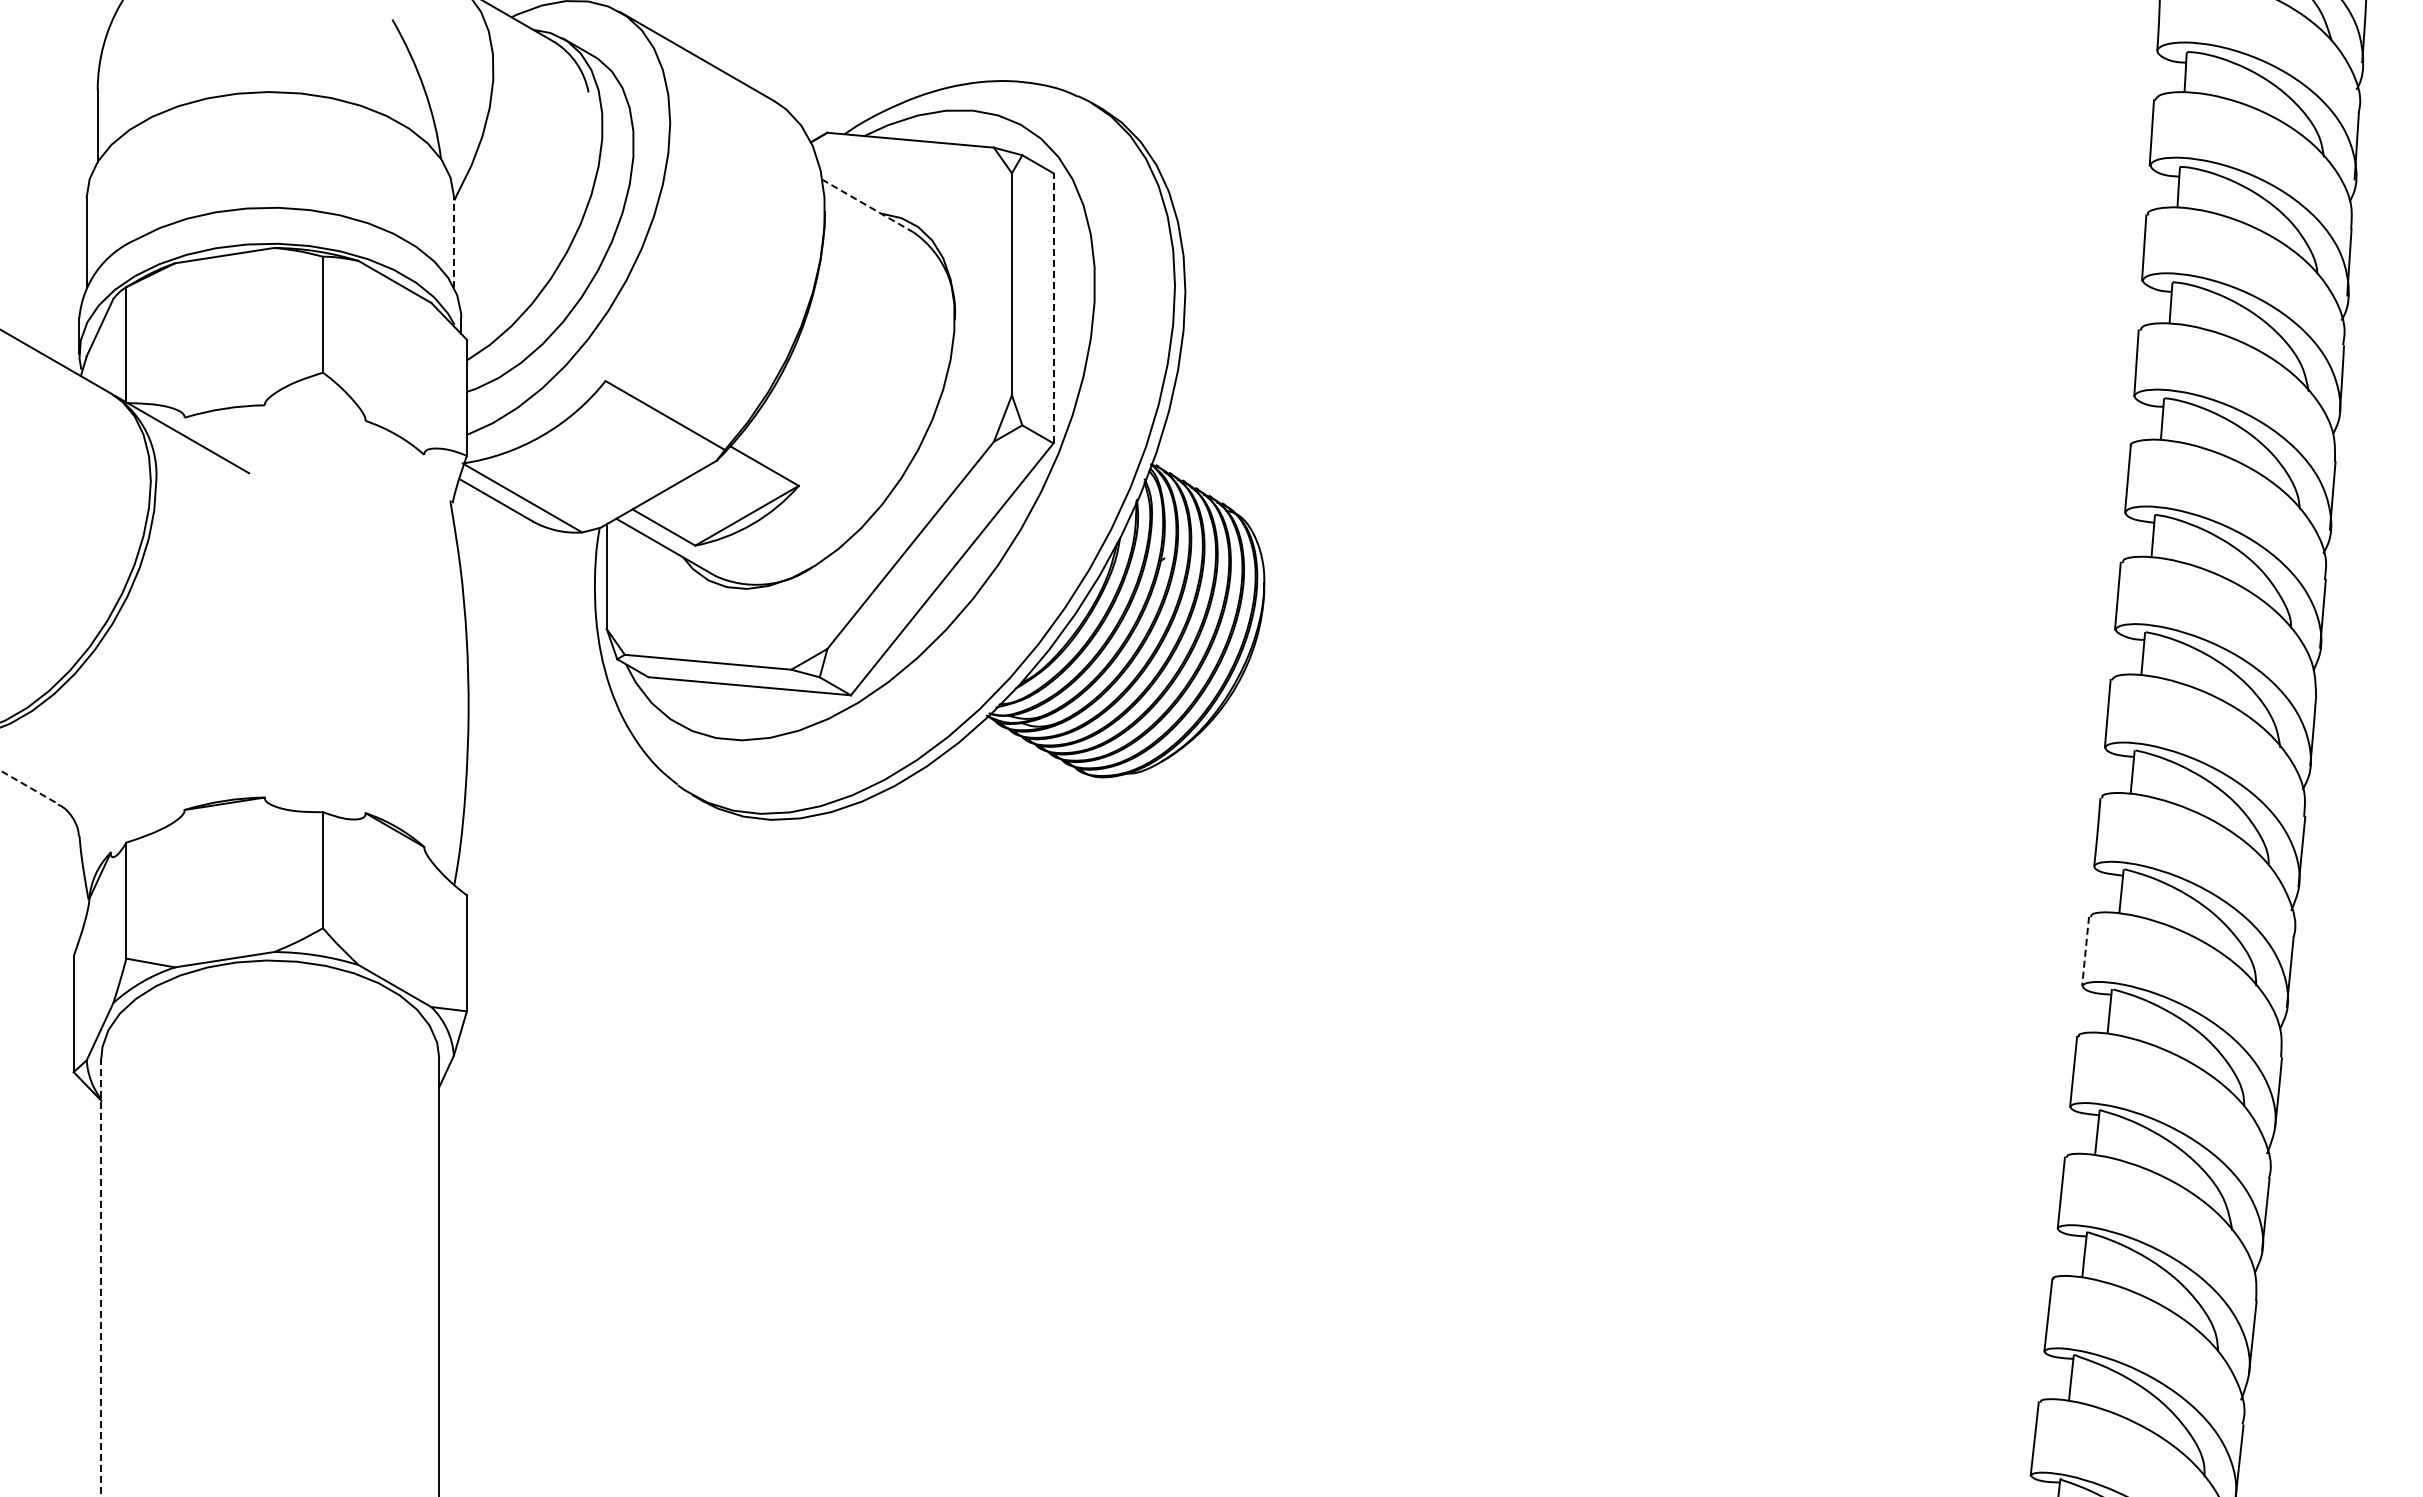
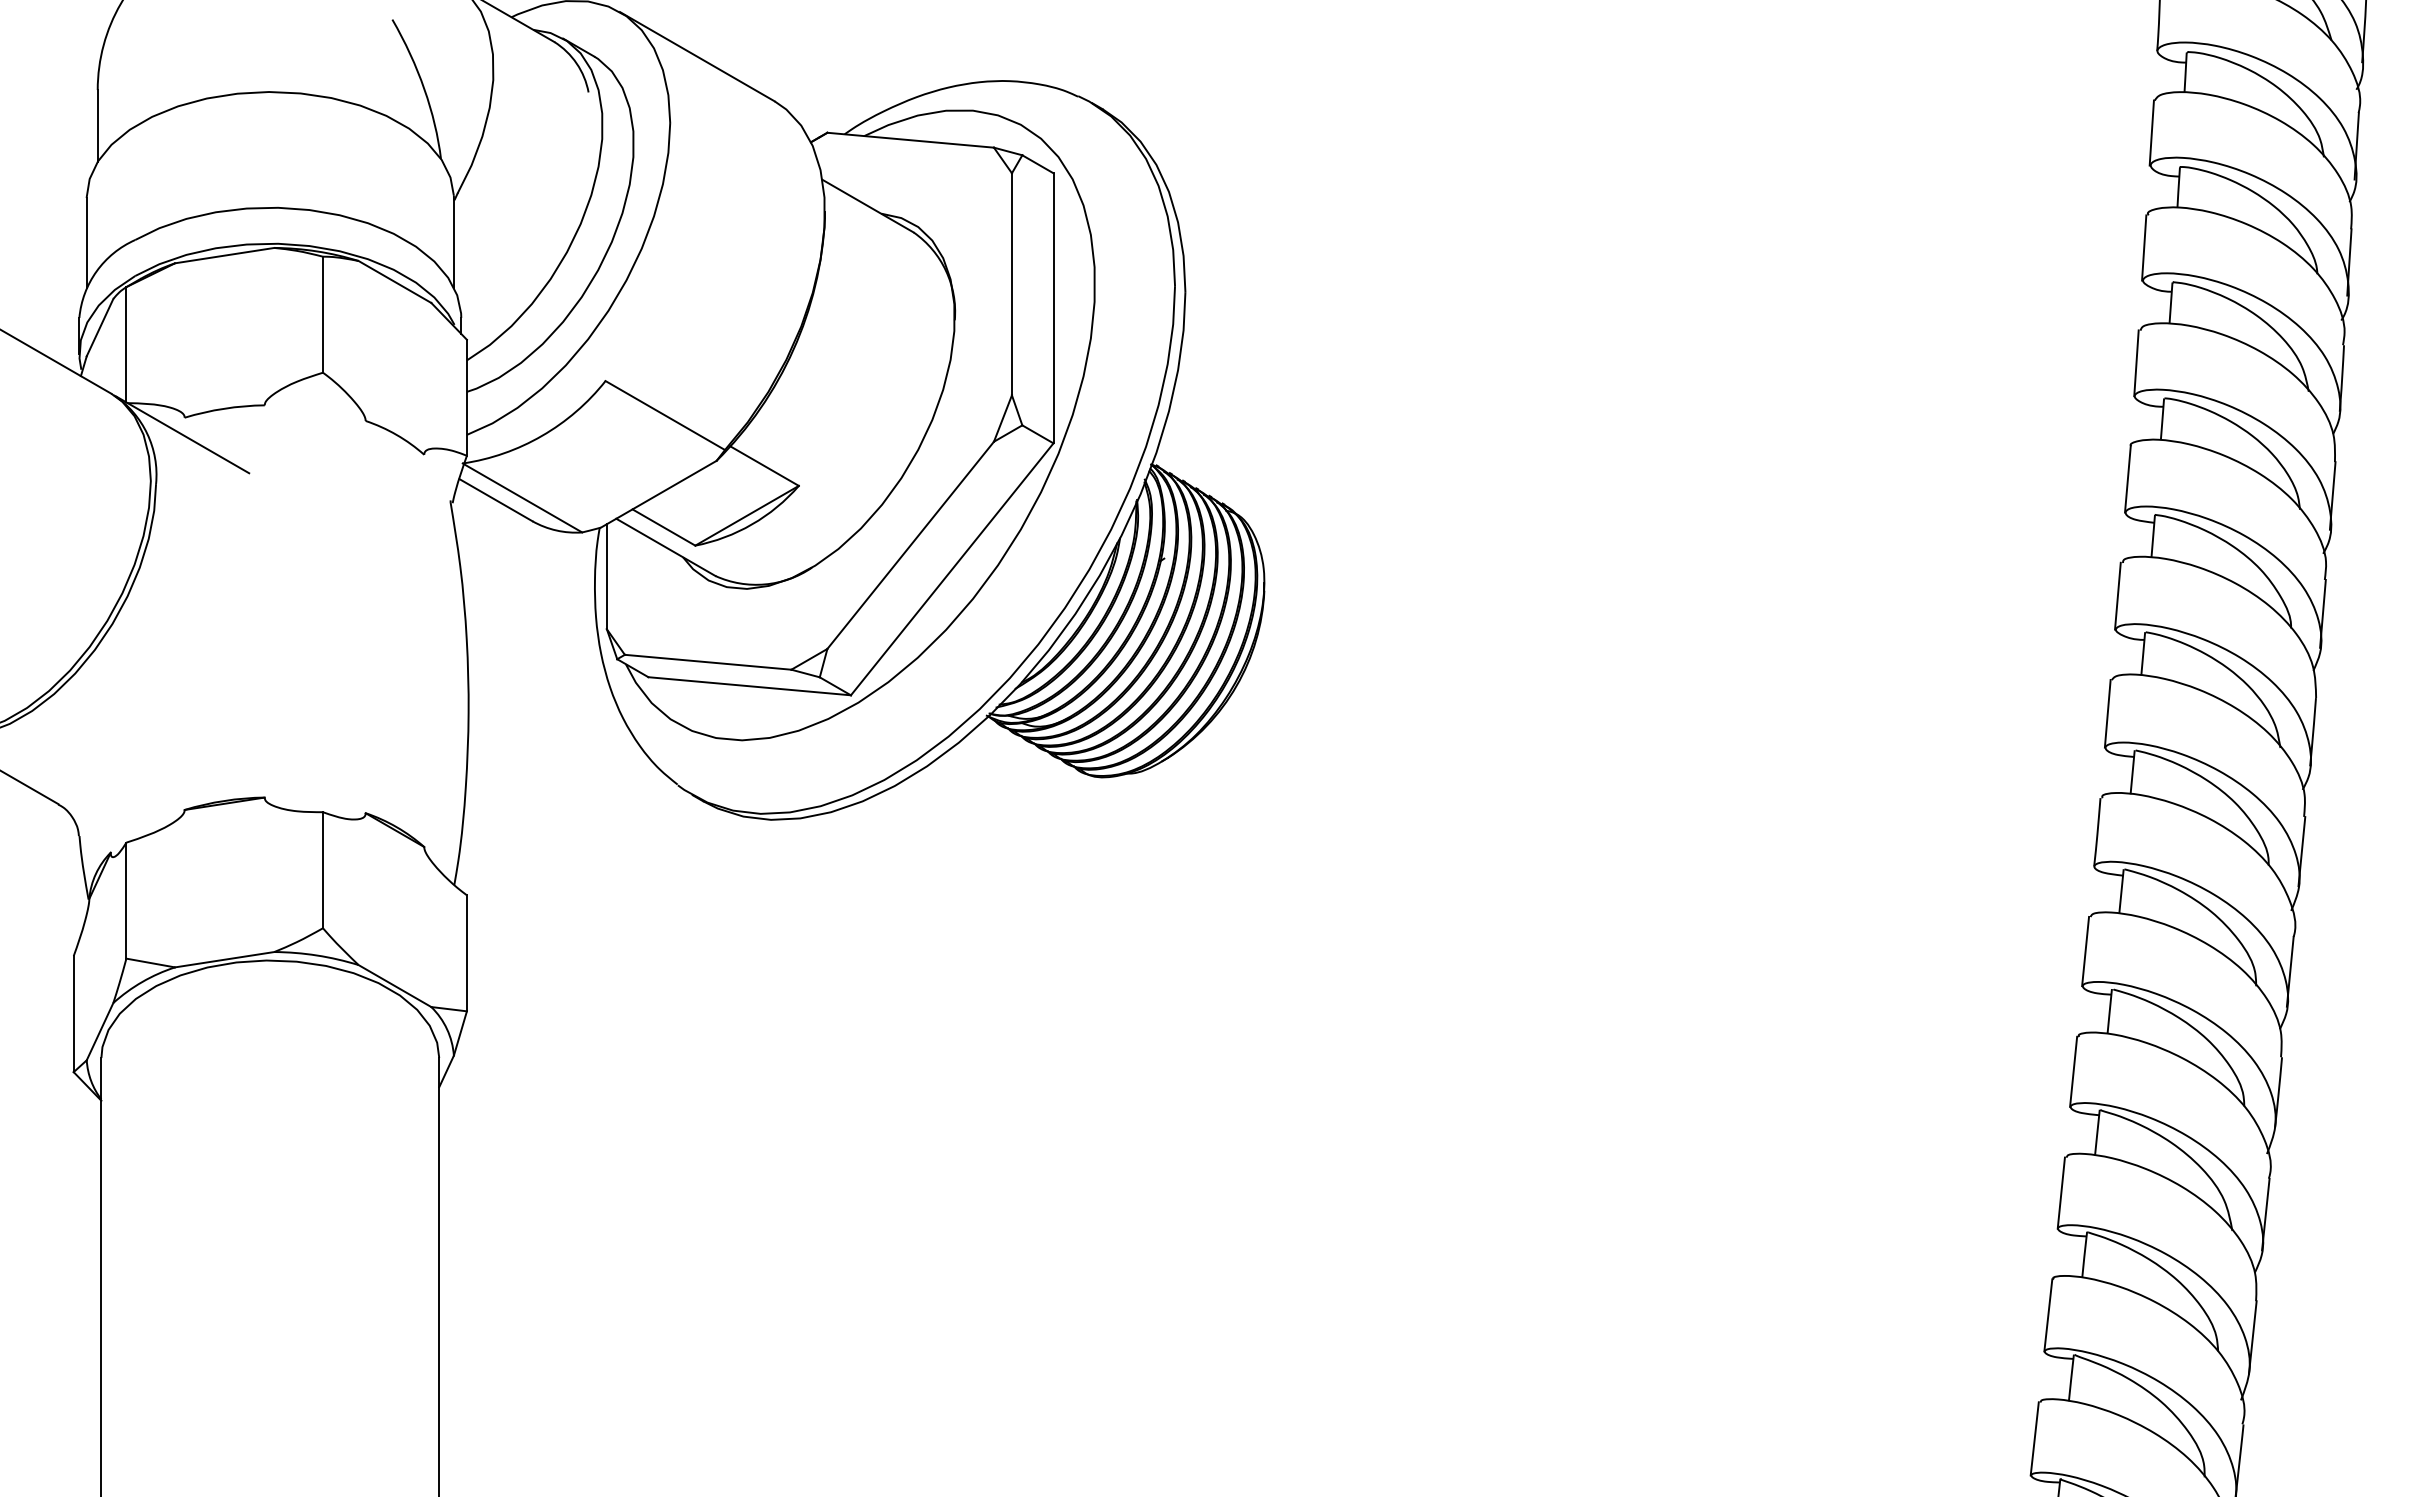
line at (868, 206): dashed -> solid
line at (453, 243): dashed -> solid
line at (1053, 307): dashed -> solid
line at (29, 787): dashed -> solid
line at (2085, 951): dashed -> solid
line at (101, 1277): dashed -> solid
